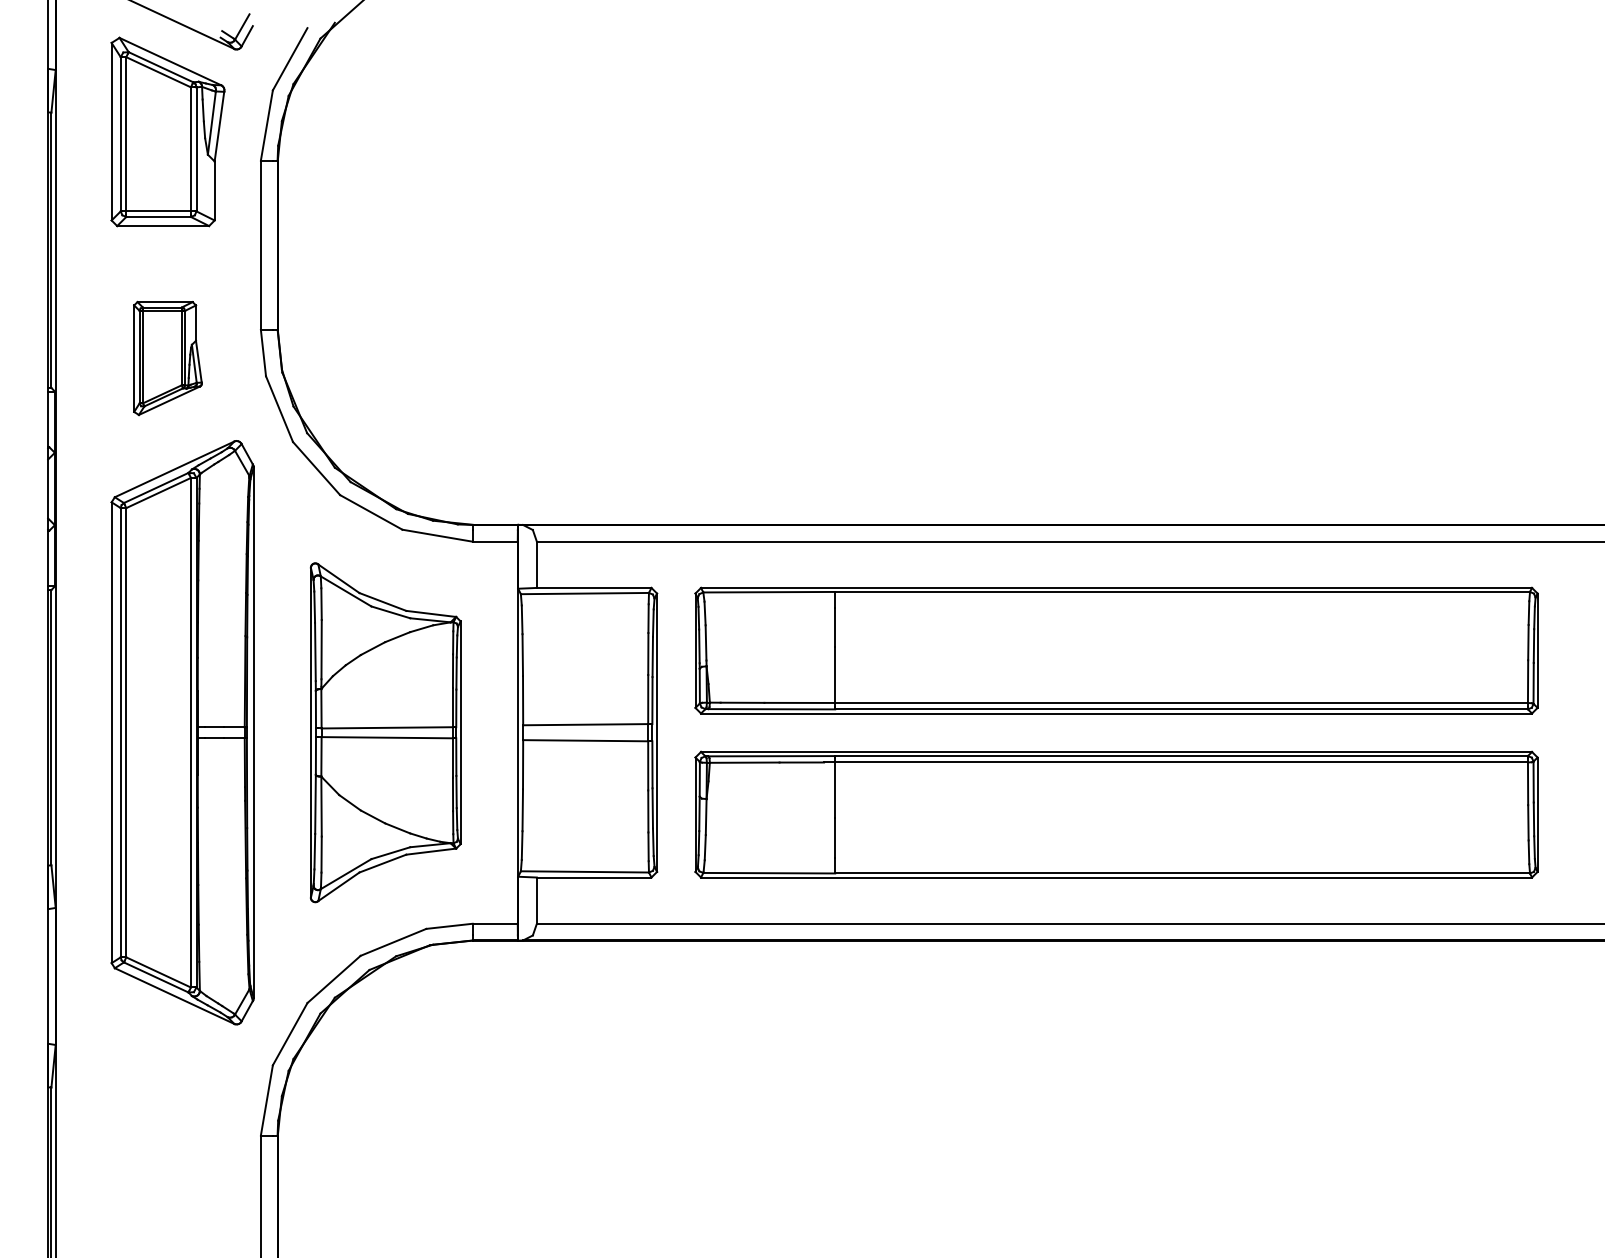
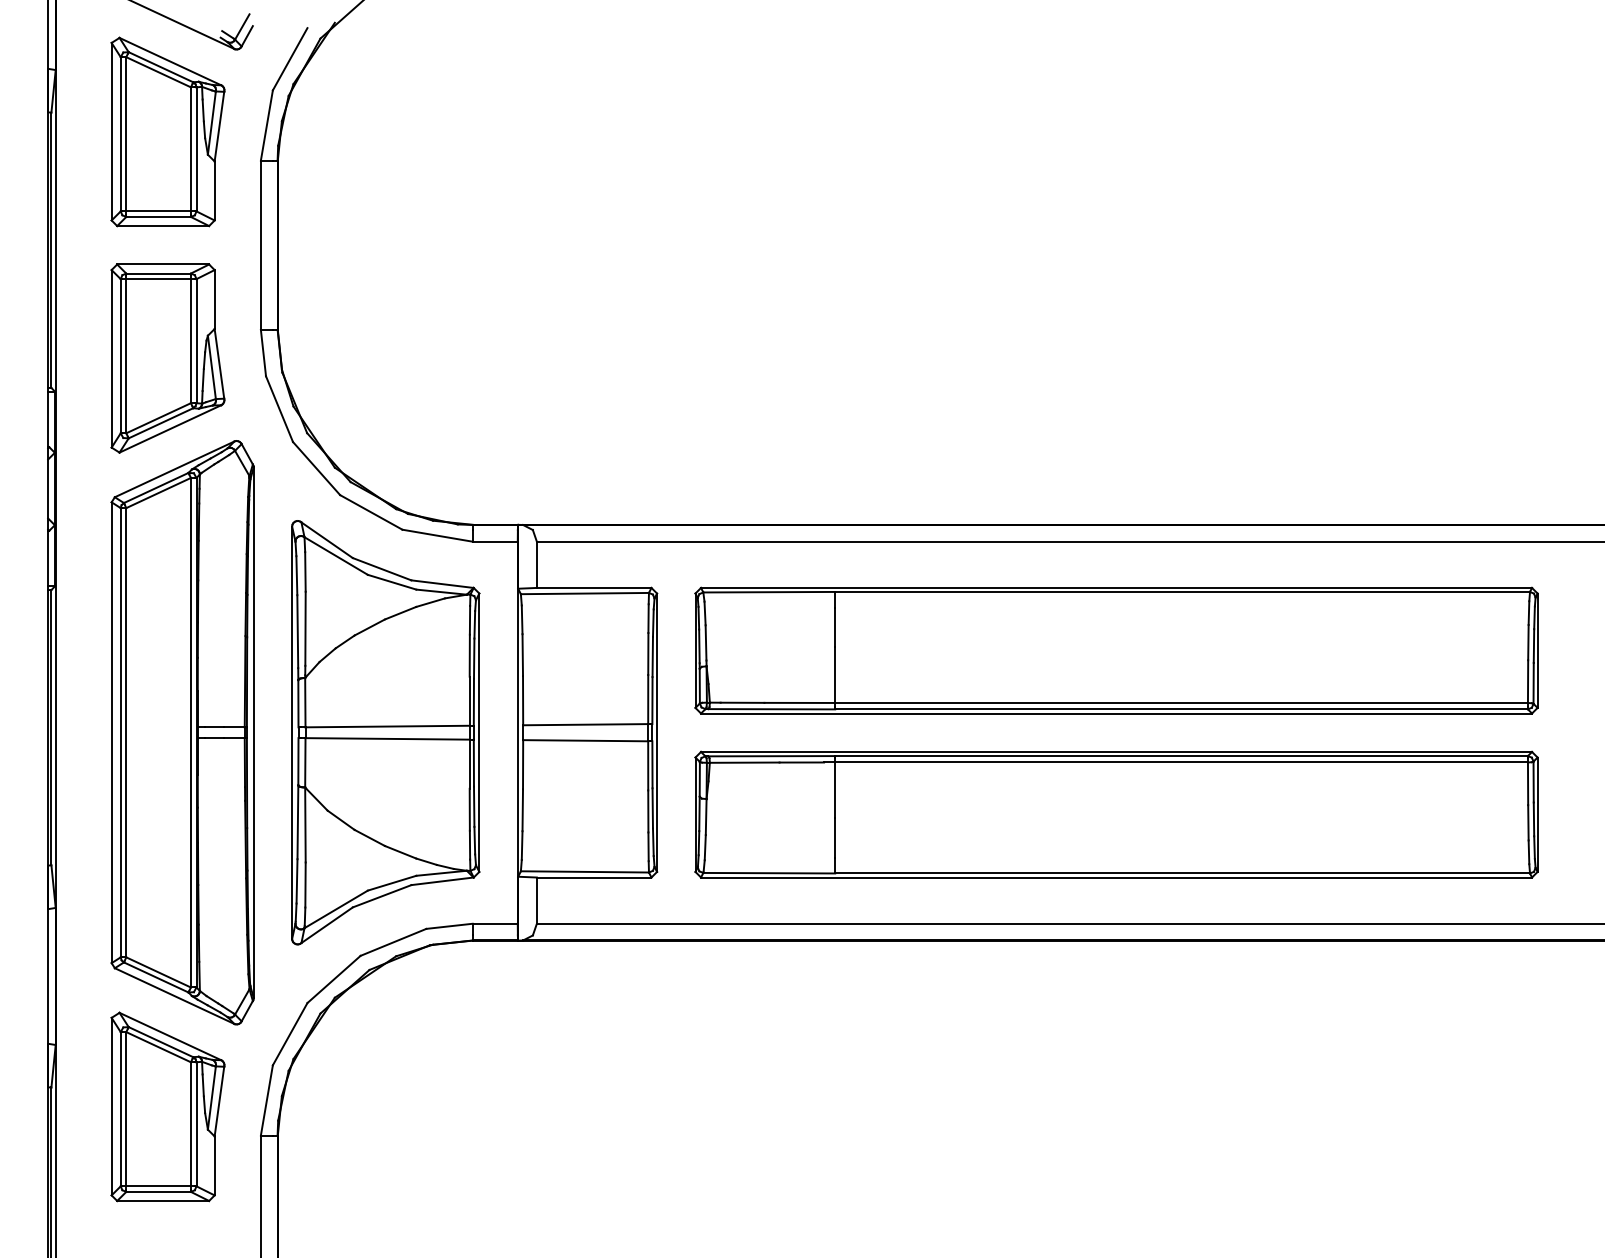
part at (167, 358) size: 70x117 px -> 116x191 px
part at (385, 732) size: 153x342 px -> 190x426 px
part at (167, 1106): none -> present
